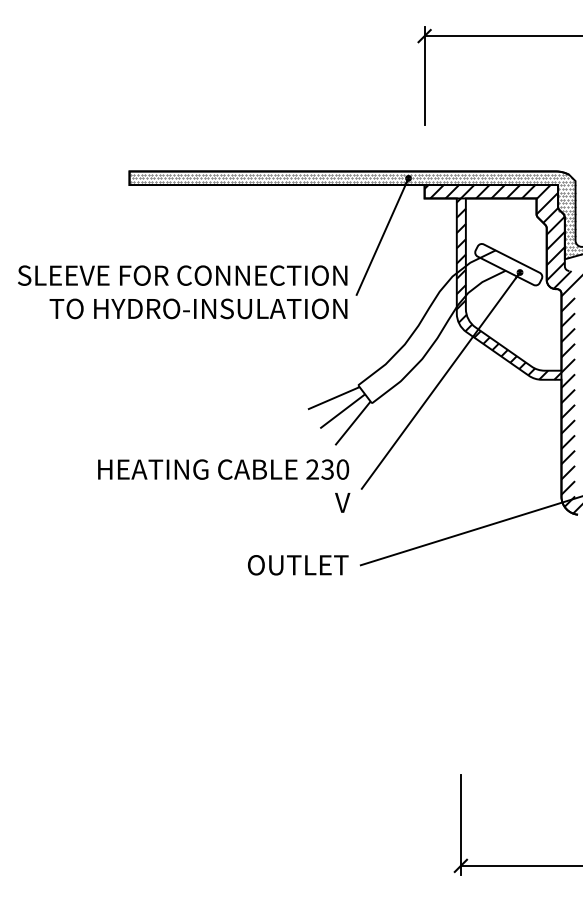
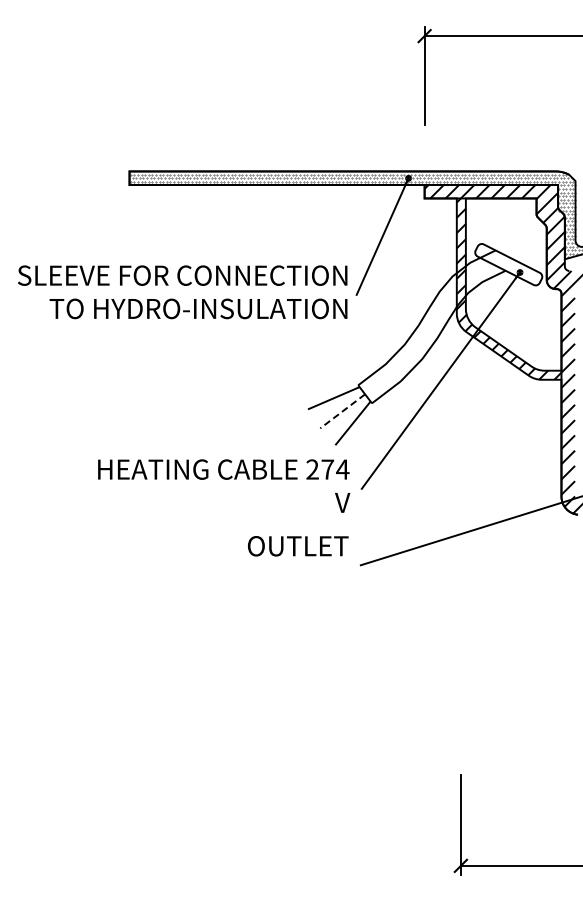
line at (342, 411): solid -> dashed
text at (335, 469): 230 -> 274
text at (298, 565) position: (298, 565) -> (298, 546)
